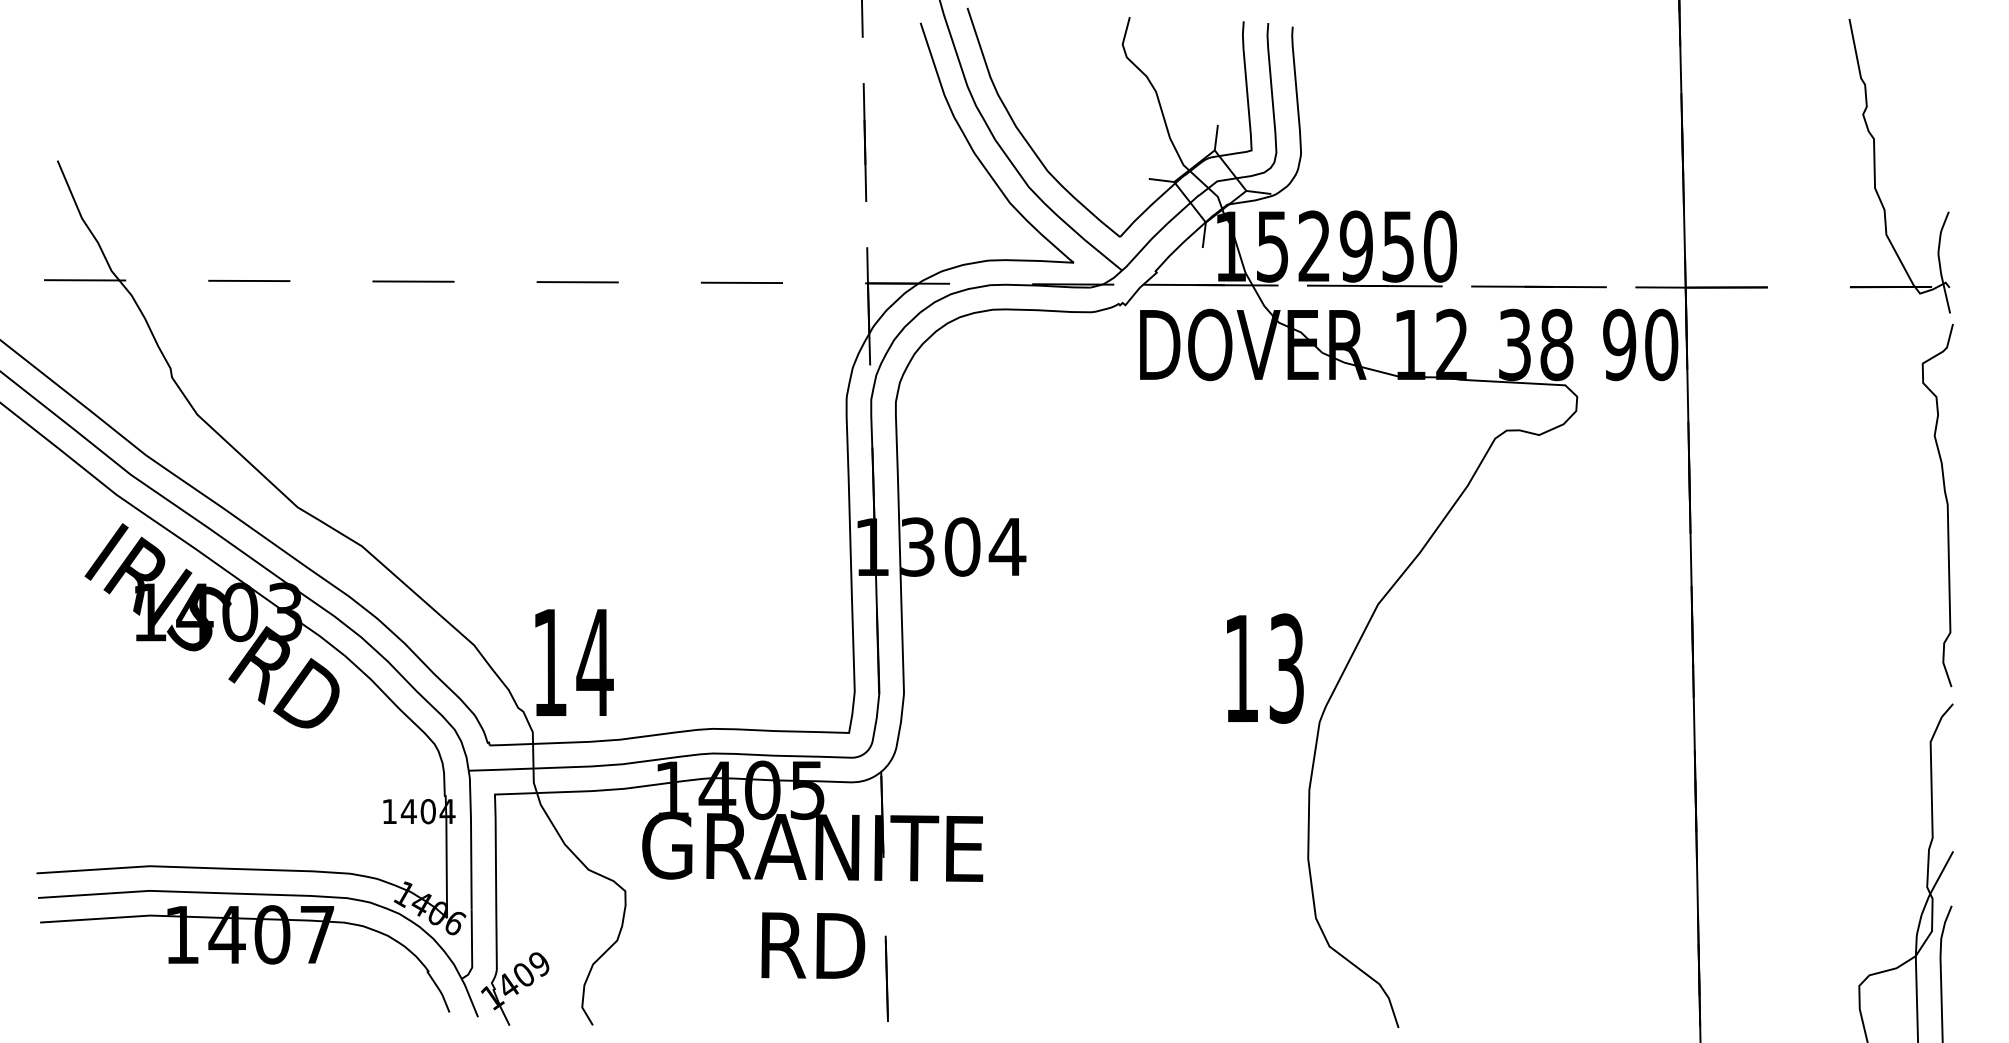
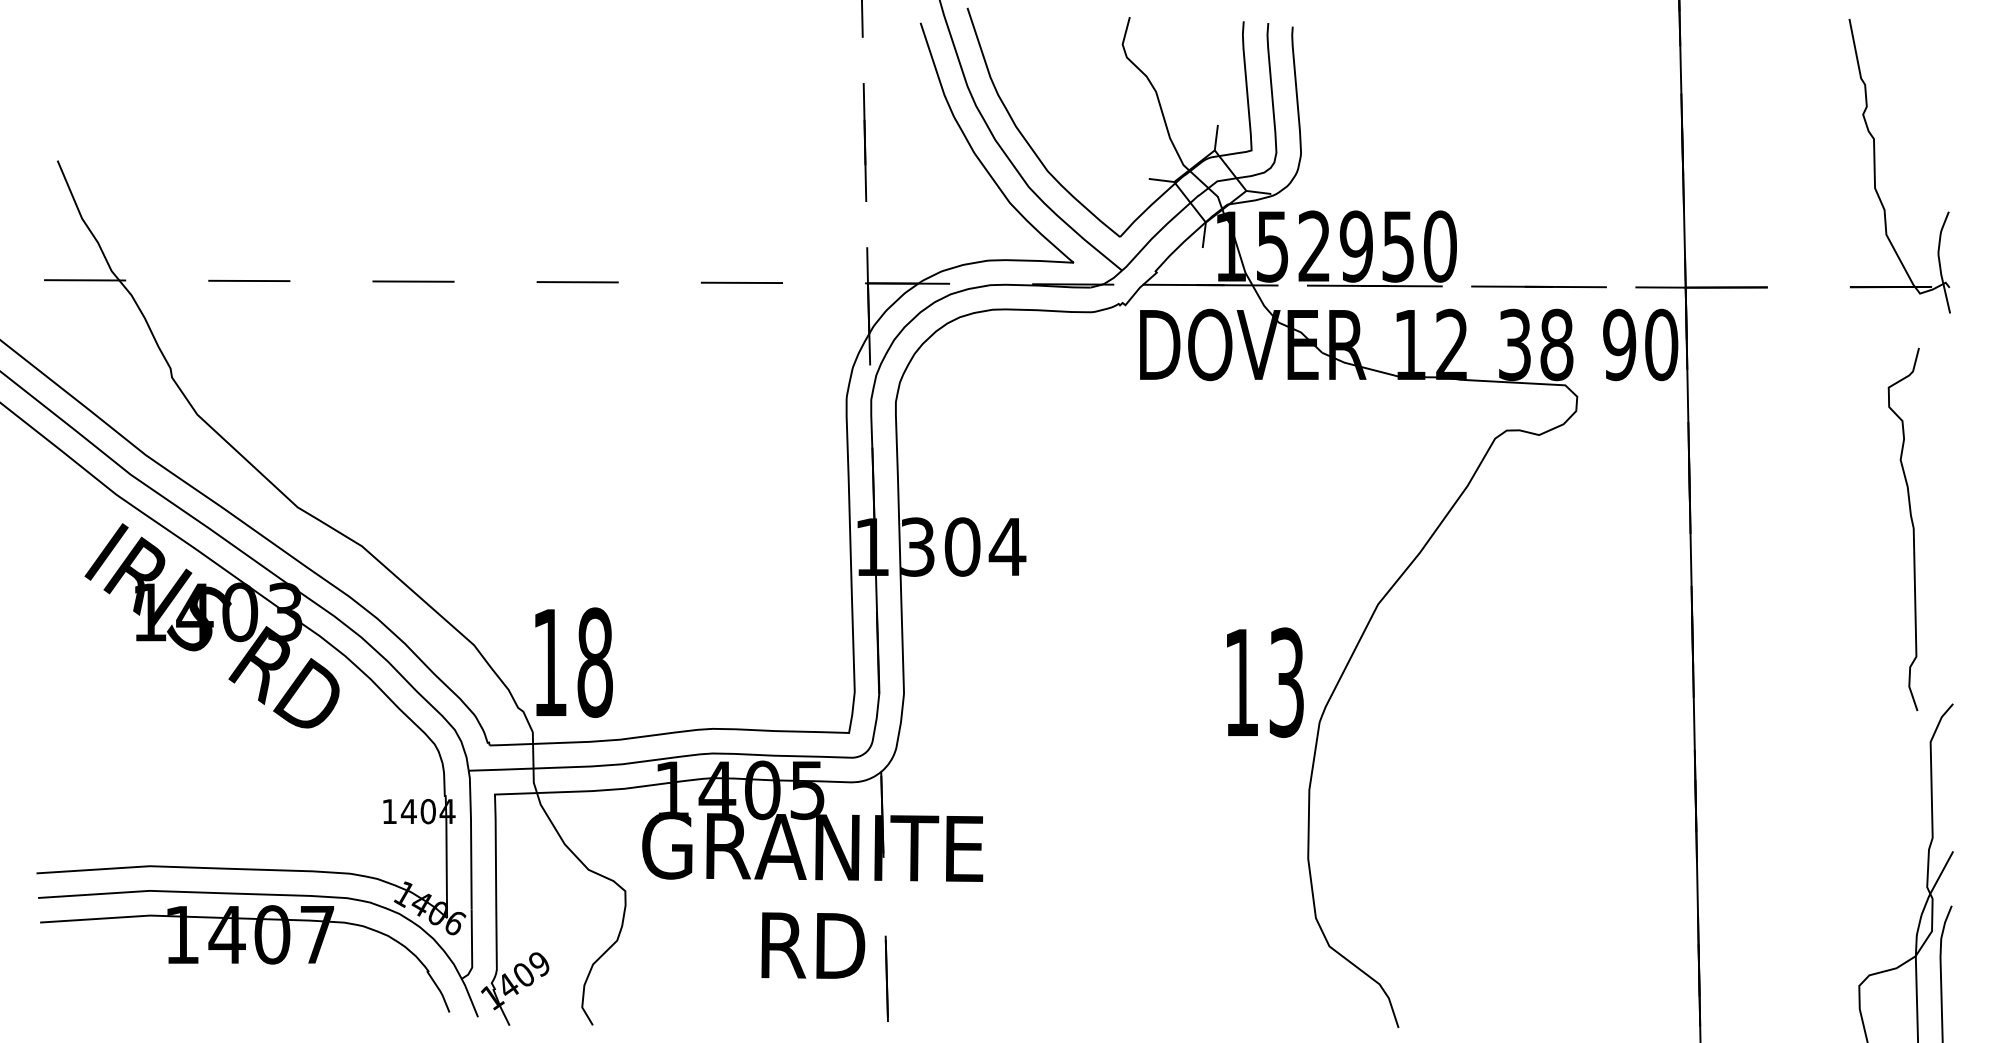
curve at (1946, 505) position: (1946, 505) -> (1912, 529)
text at (594, 662): 14 -> 18
text at (1265, 668) position: (1265, 668) -> (1265, 682)
